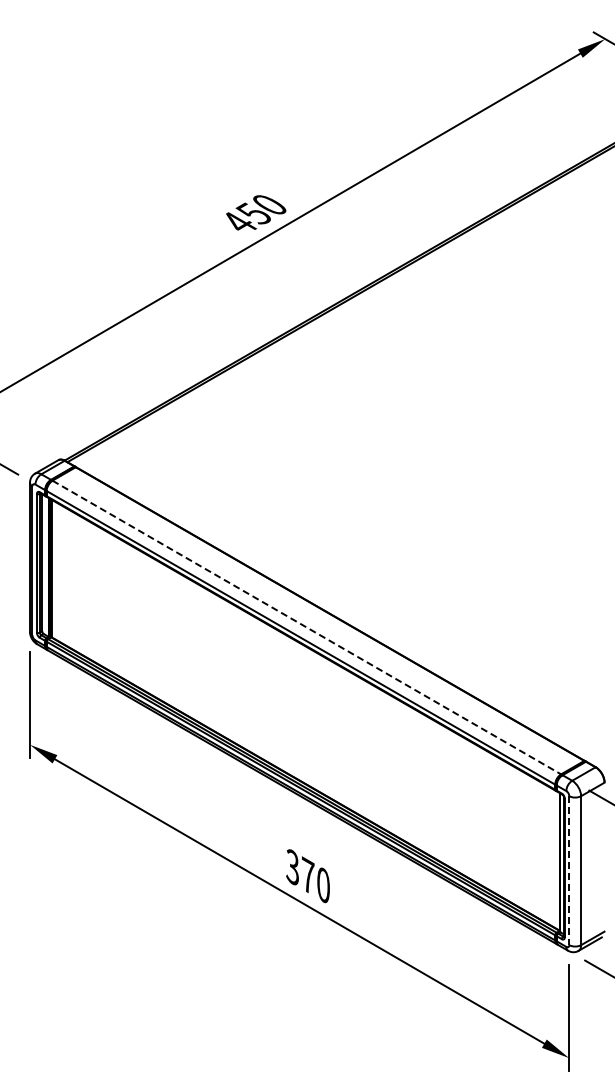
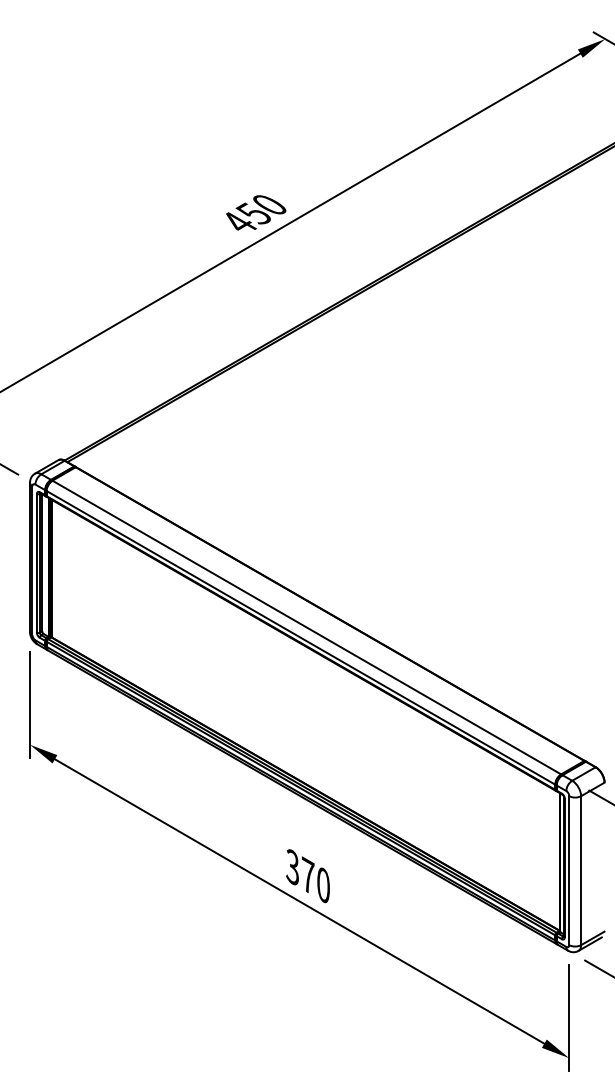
line at (306, 627): dashed -> solid
line at (569, 871): dashed -> solid
